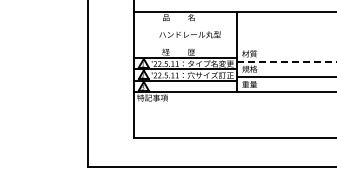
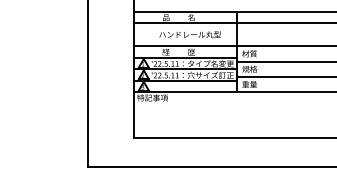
line at (233, 23): none -> present
line at (233, 46): none -> present
line at (286, 61): dashed -> solid
